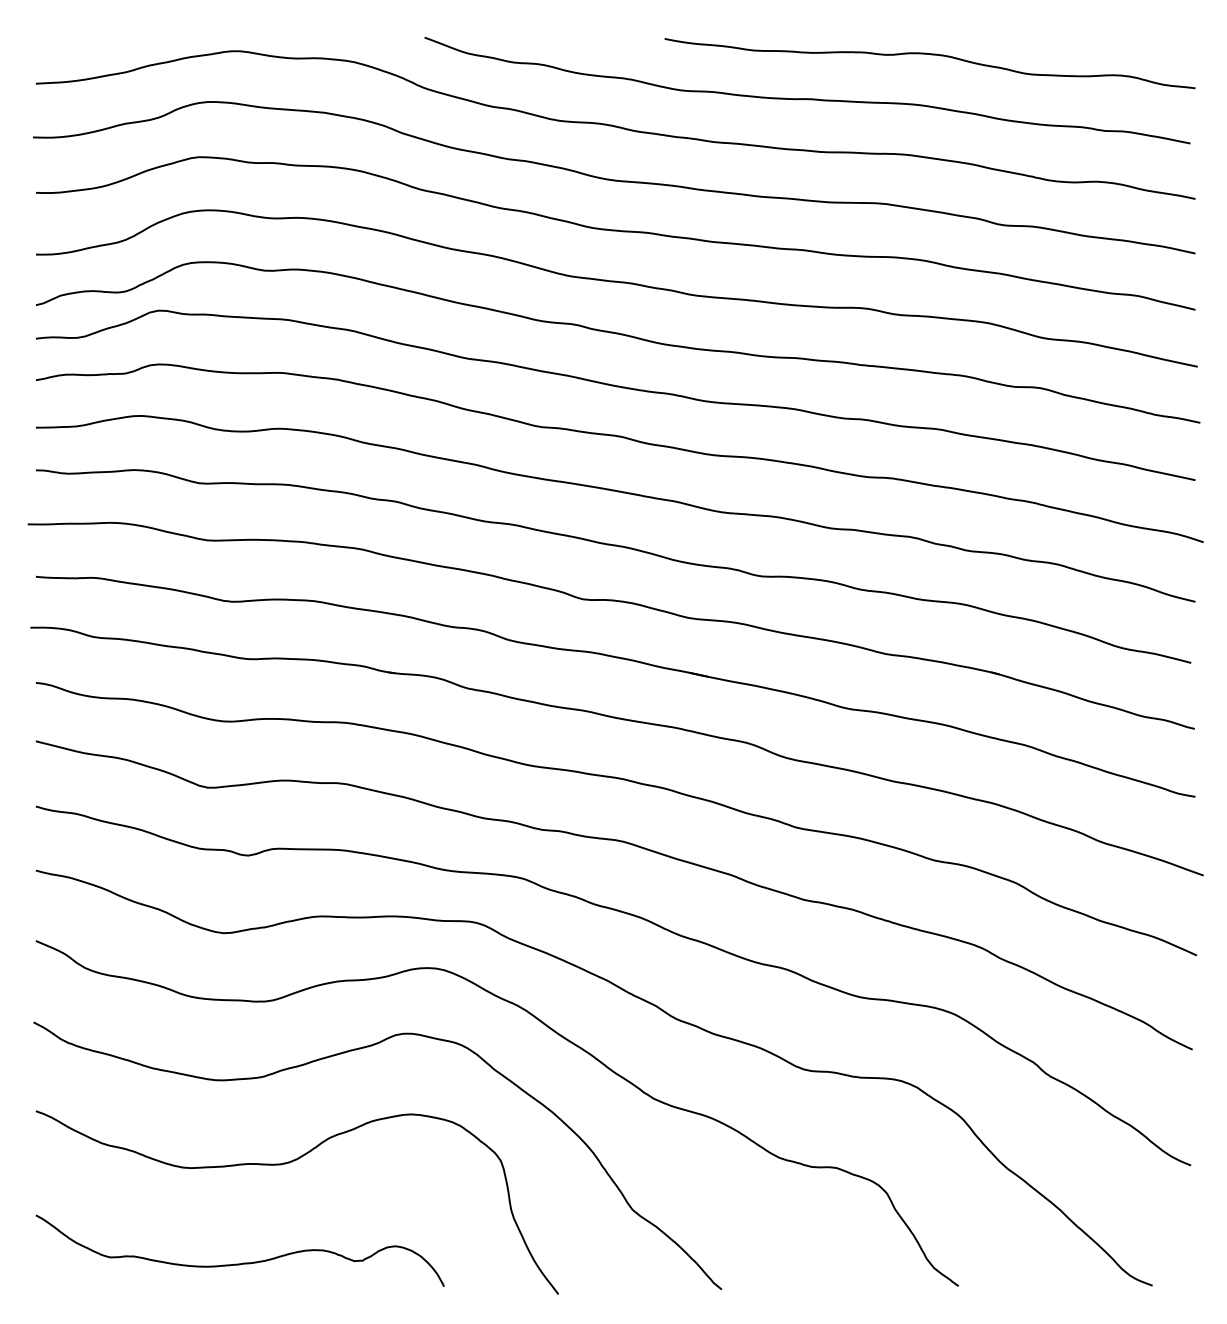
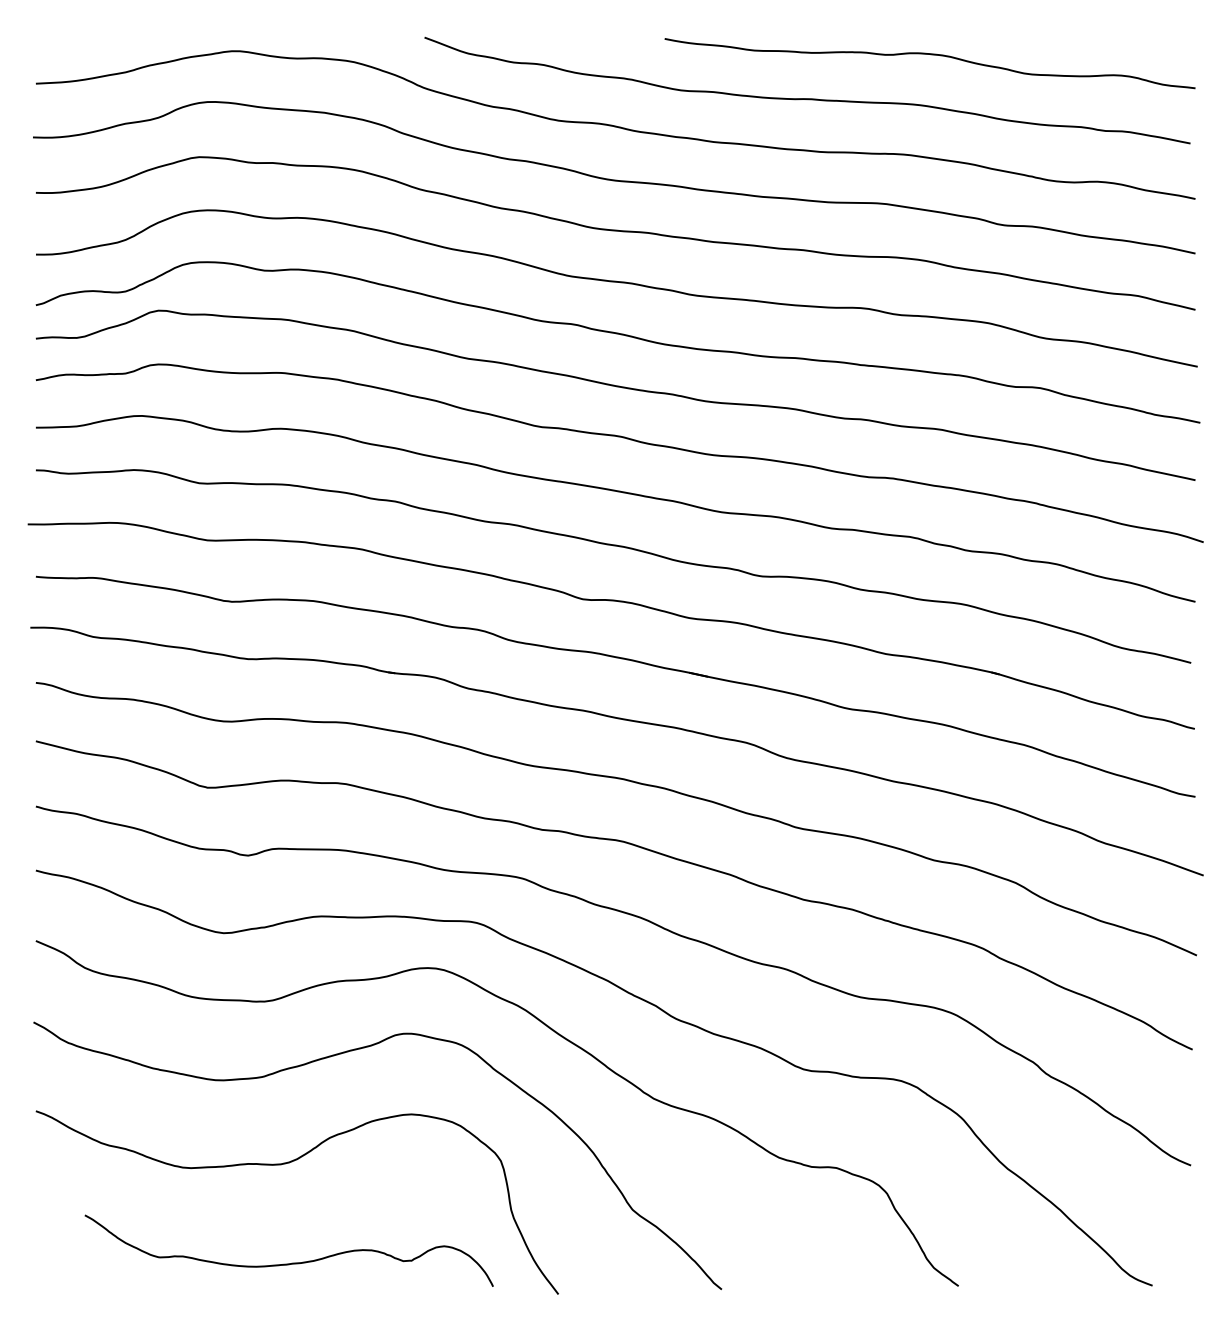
curve at (243, 1262) position: (243, 1262) -> (292, 1262)
